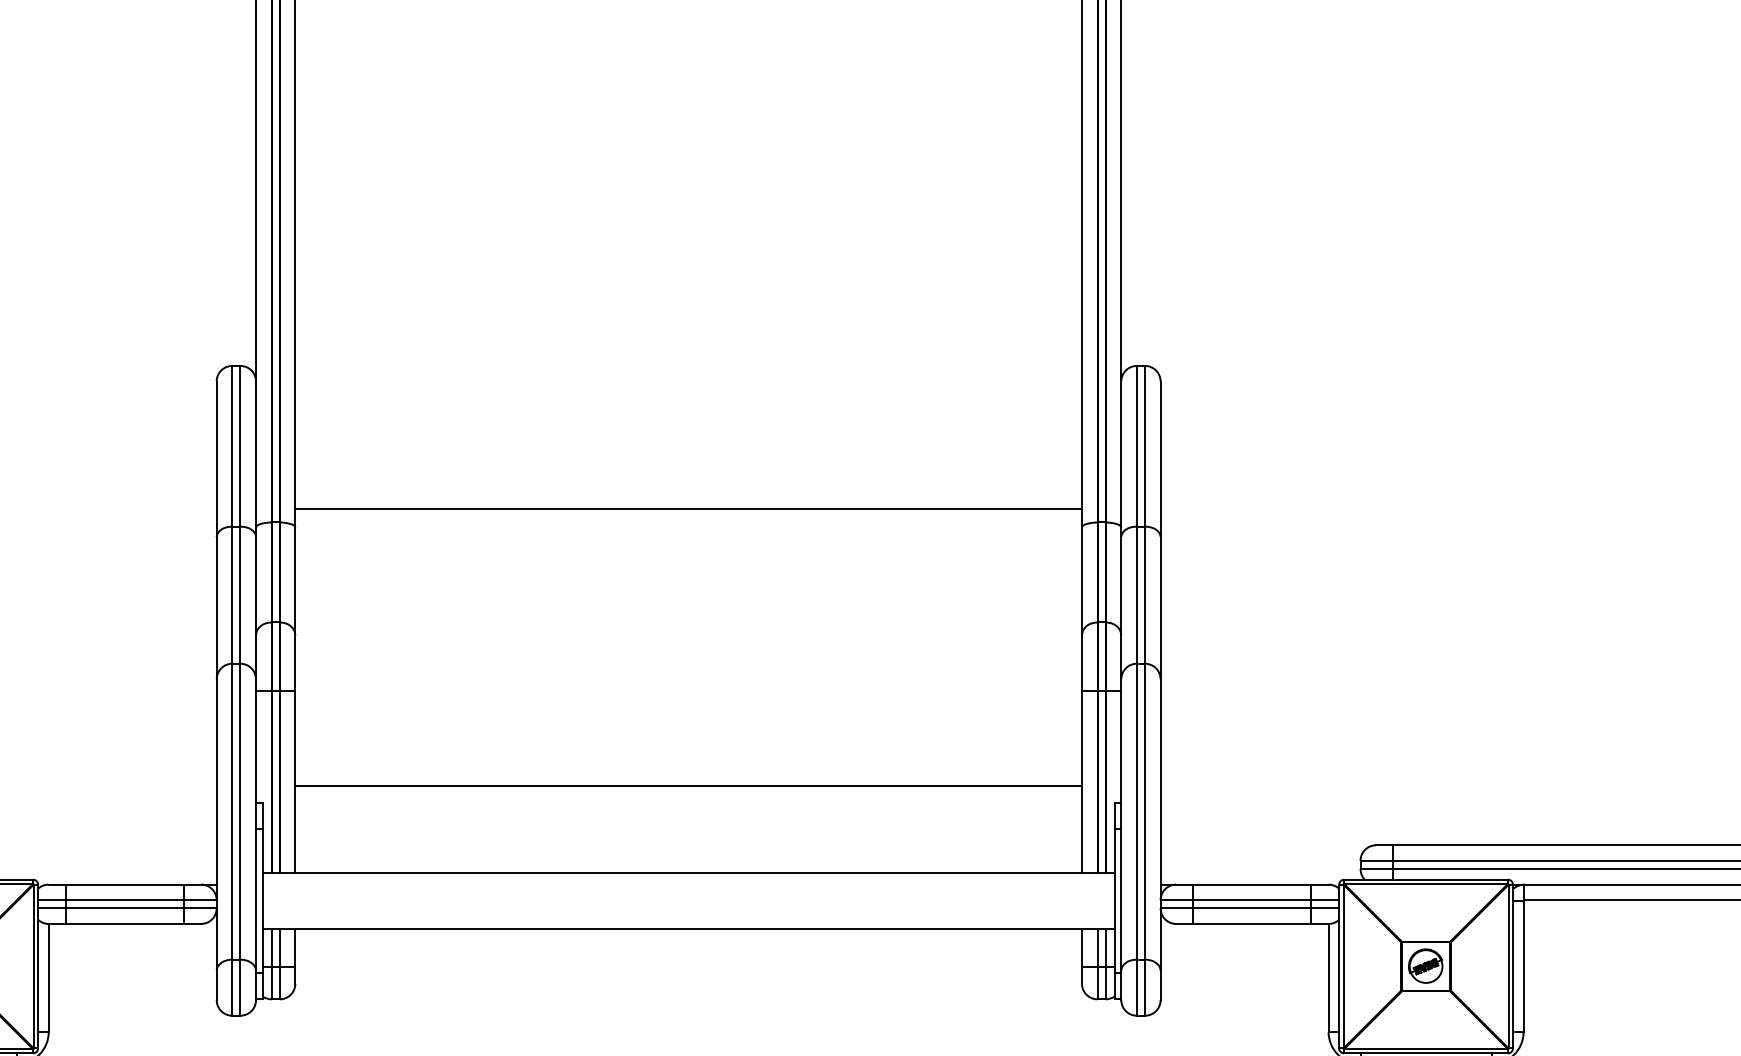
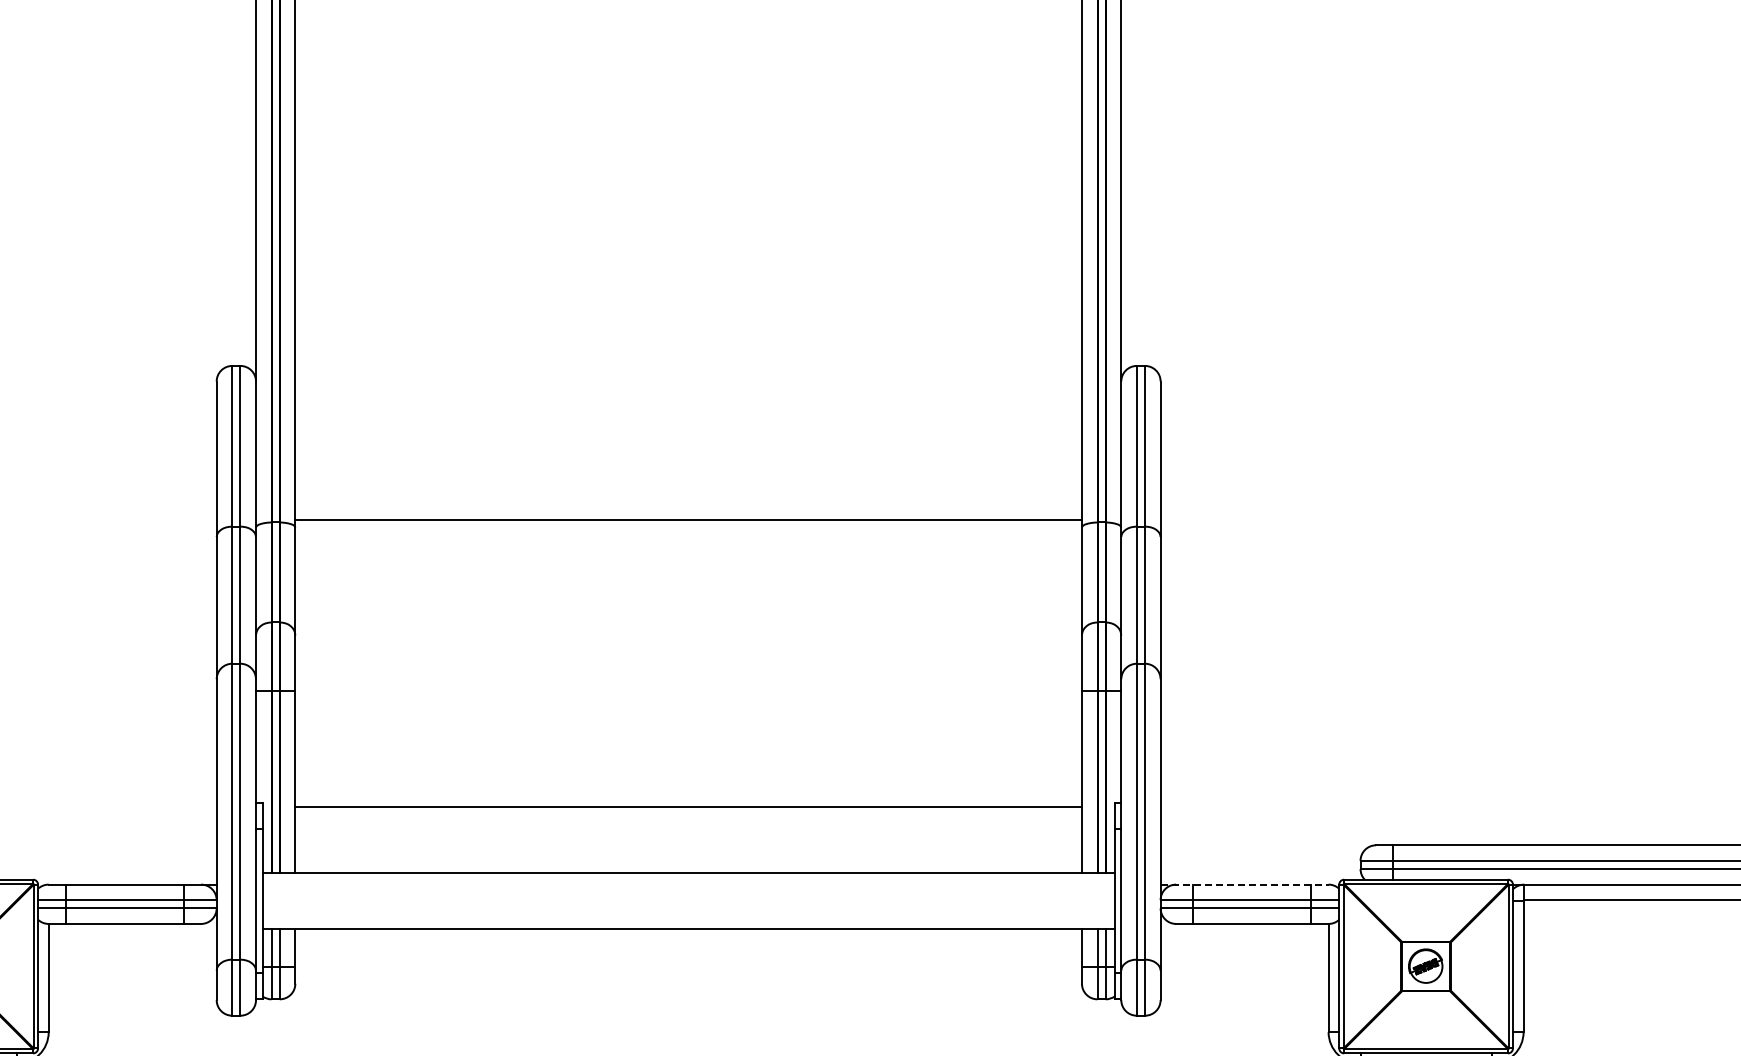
line at (688, 508) position: (688, 508) -> (688, 519)
line at (688, 786) position: (688, 786) -> (688, 807)
line at (1244, 884): solid -> dashed
